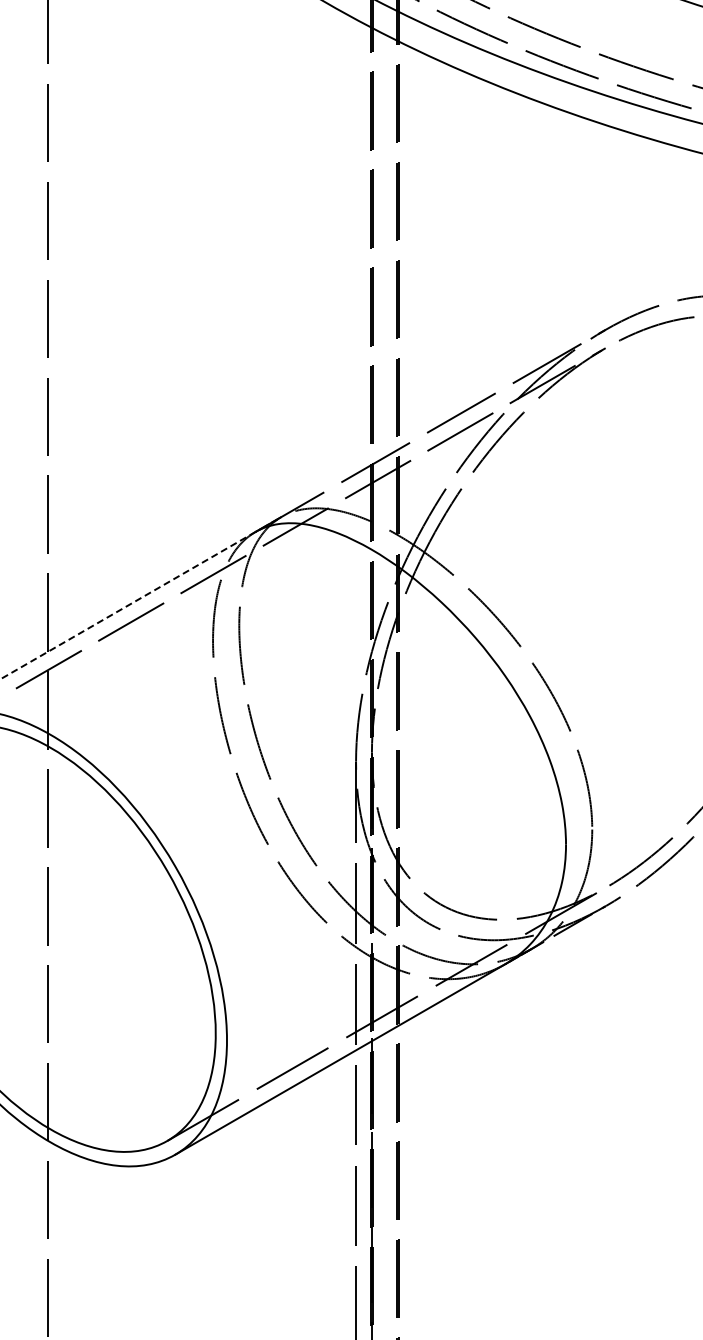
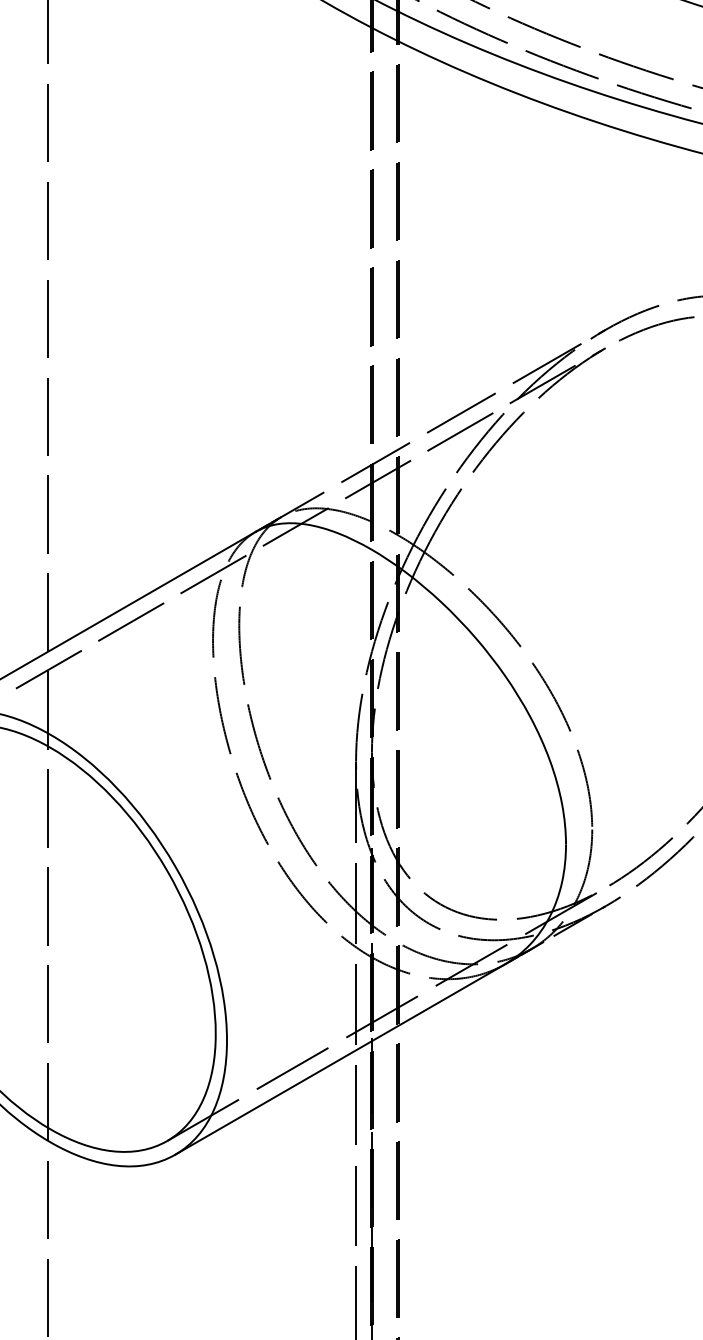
line at (128, 605): dashed -> solid
